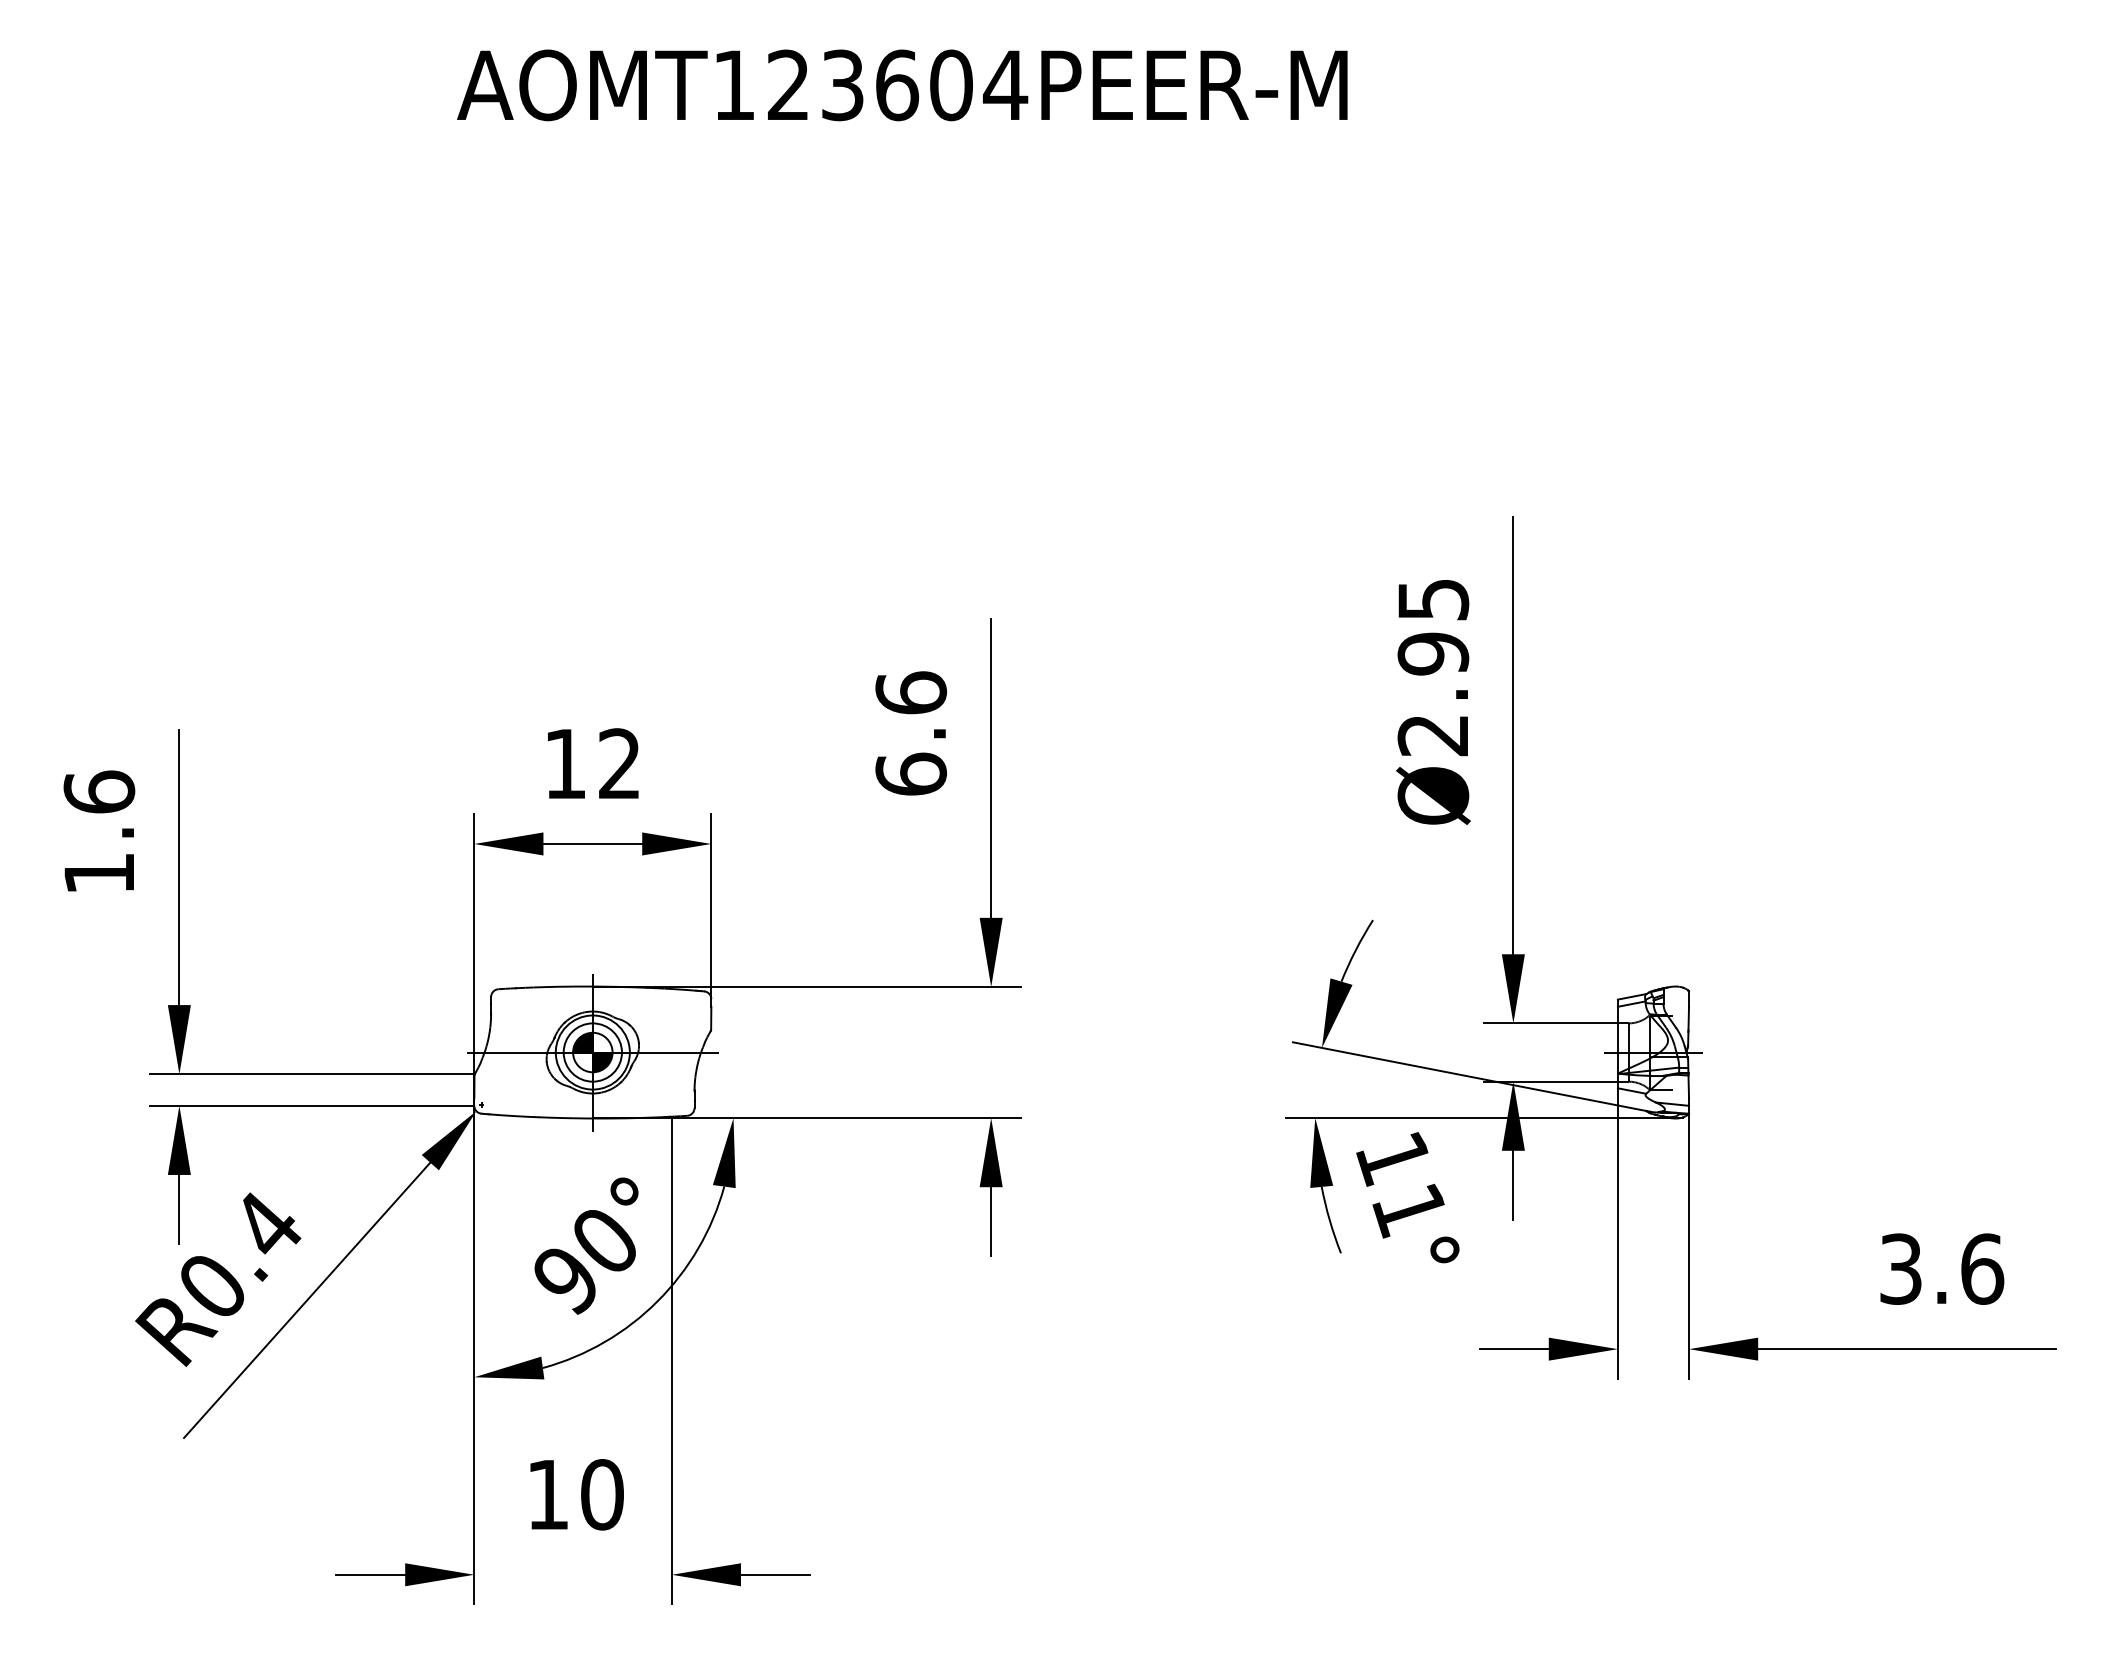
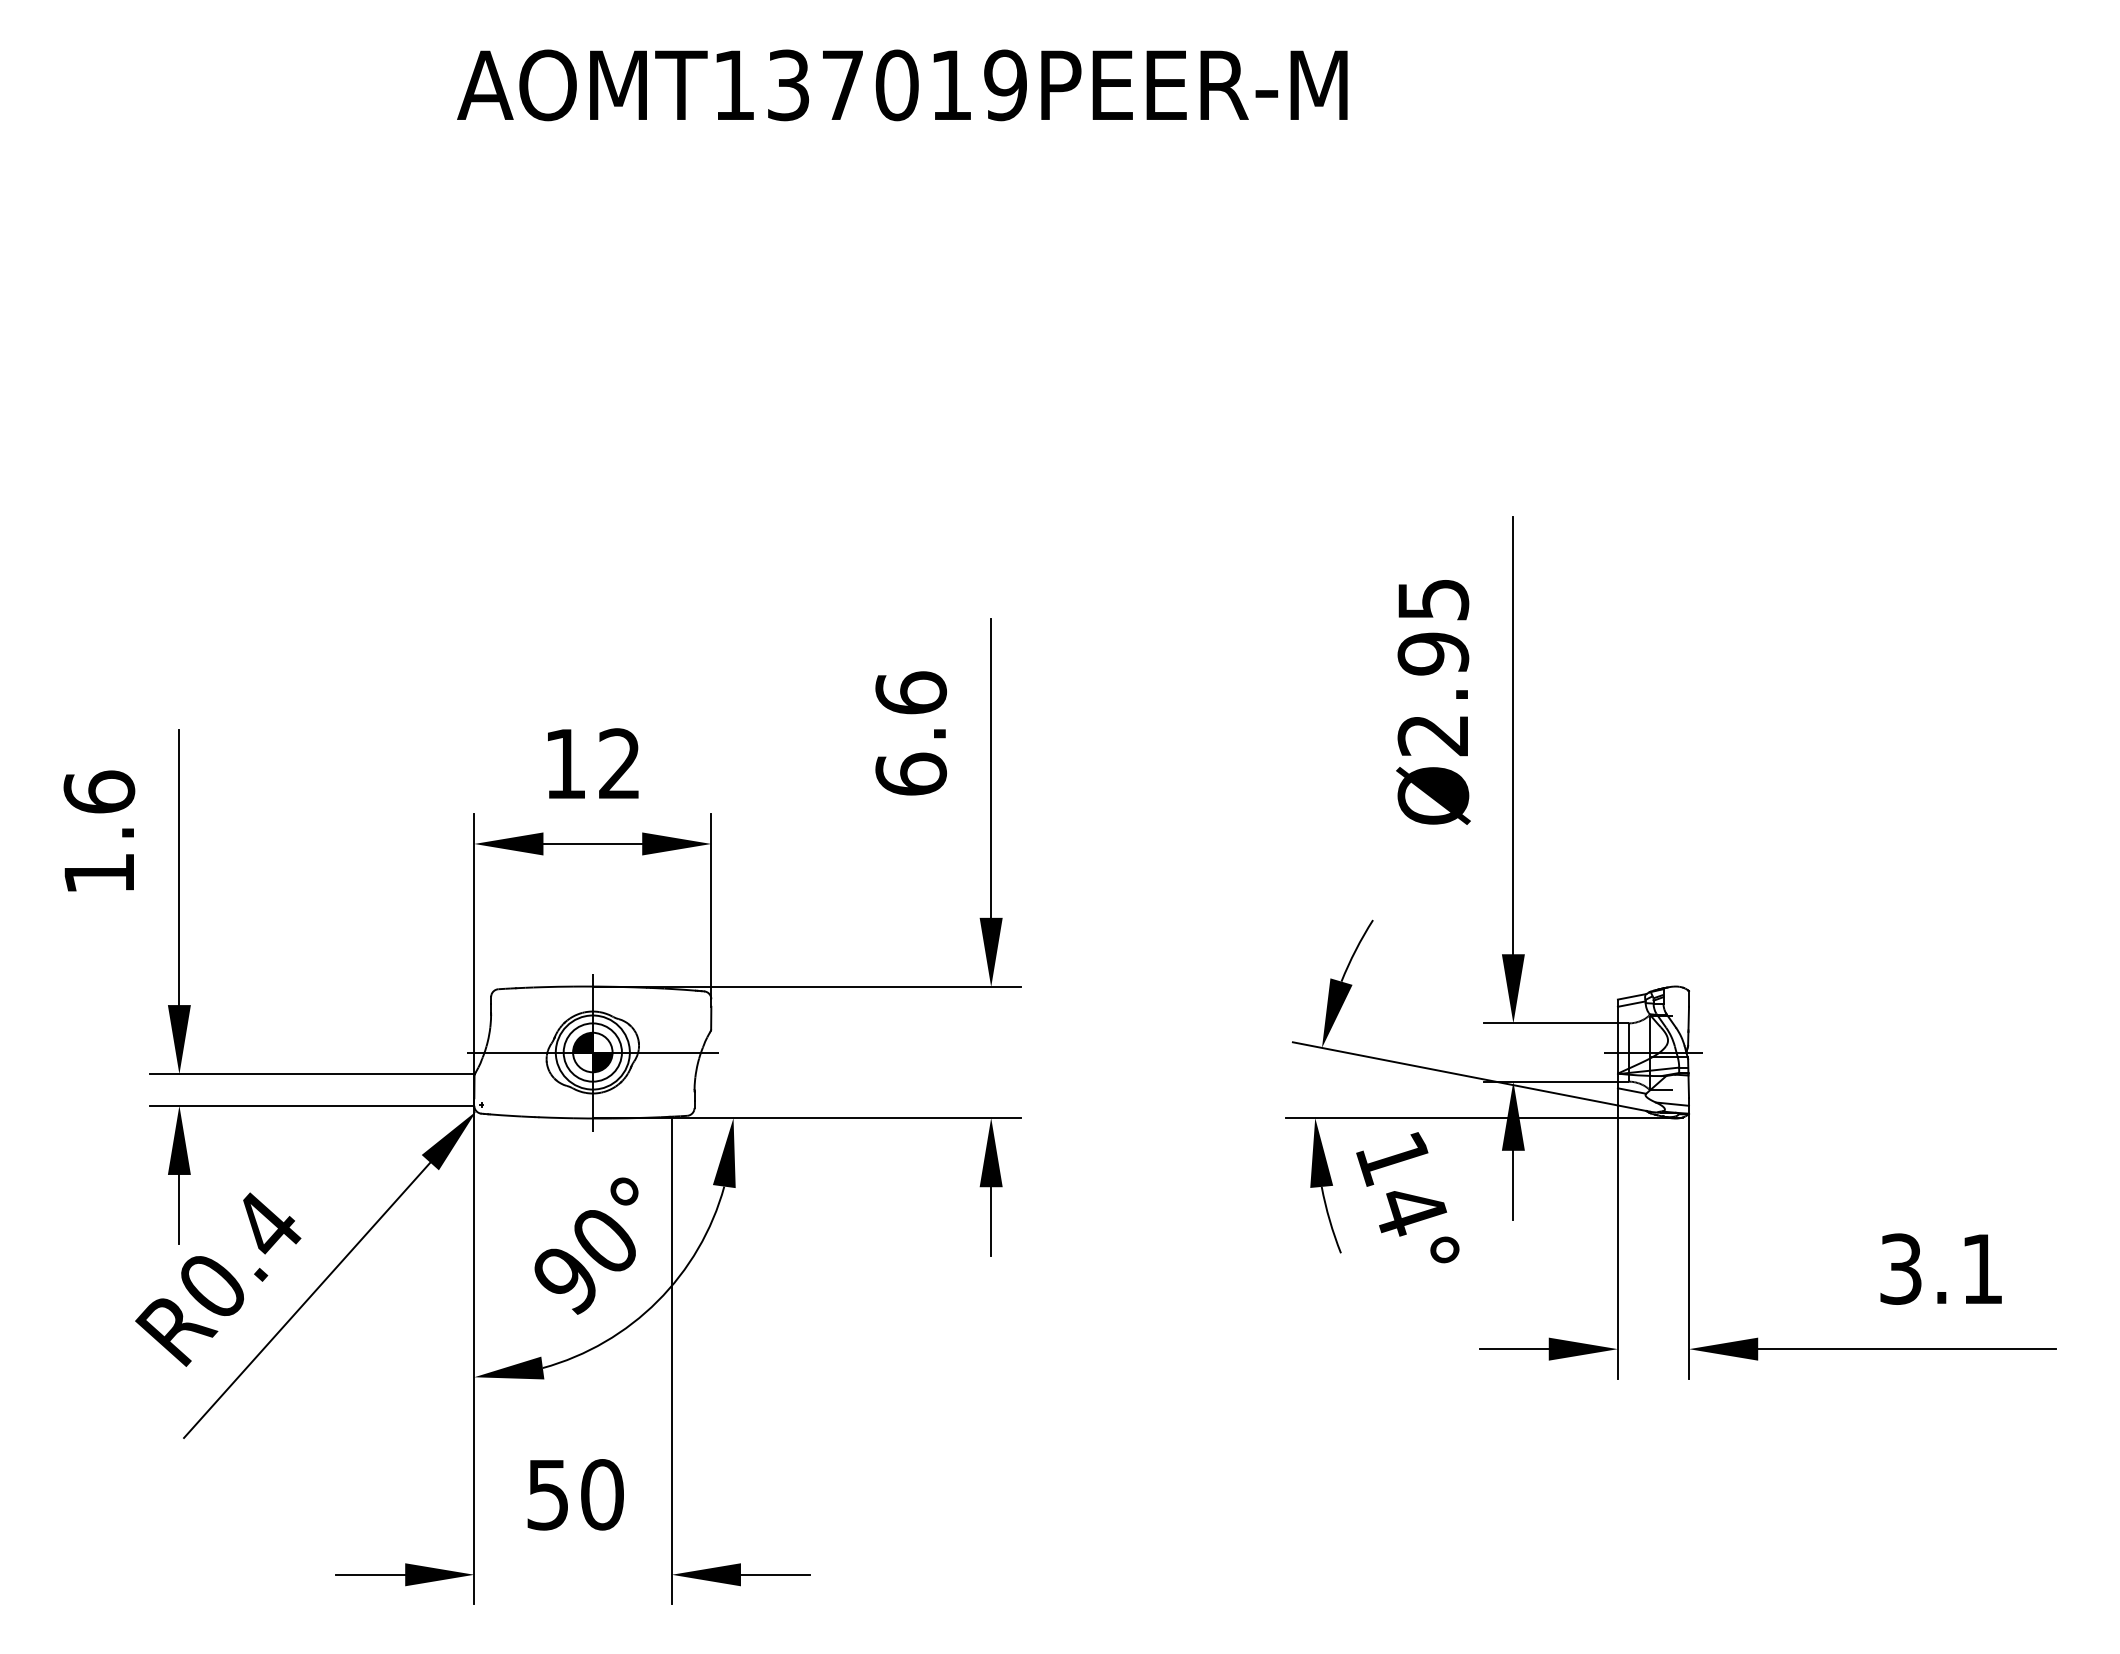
text at (898, 85): AOMT123604PEER-M -> AOMT137019PEER-M
text at (1409, 1210): 11° -> 14°
text at (1982, 1268): 3.6 -> 3.1
text at (547, 1495): 10 -> 50
